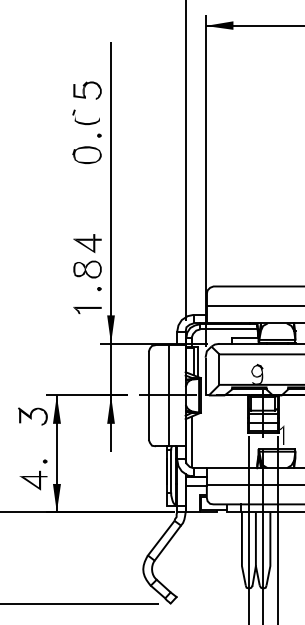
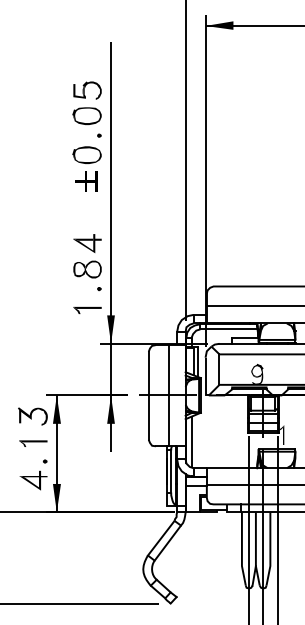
fill at (87, 114): none -> present
fill at (86, 180): none -> present
part at (33, 443): none -> present
